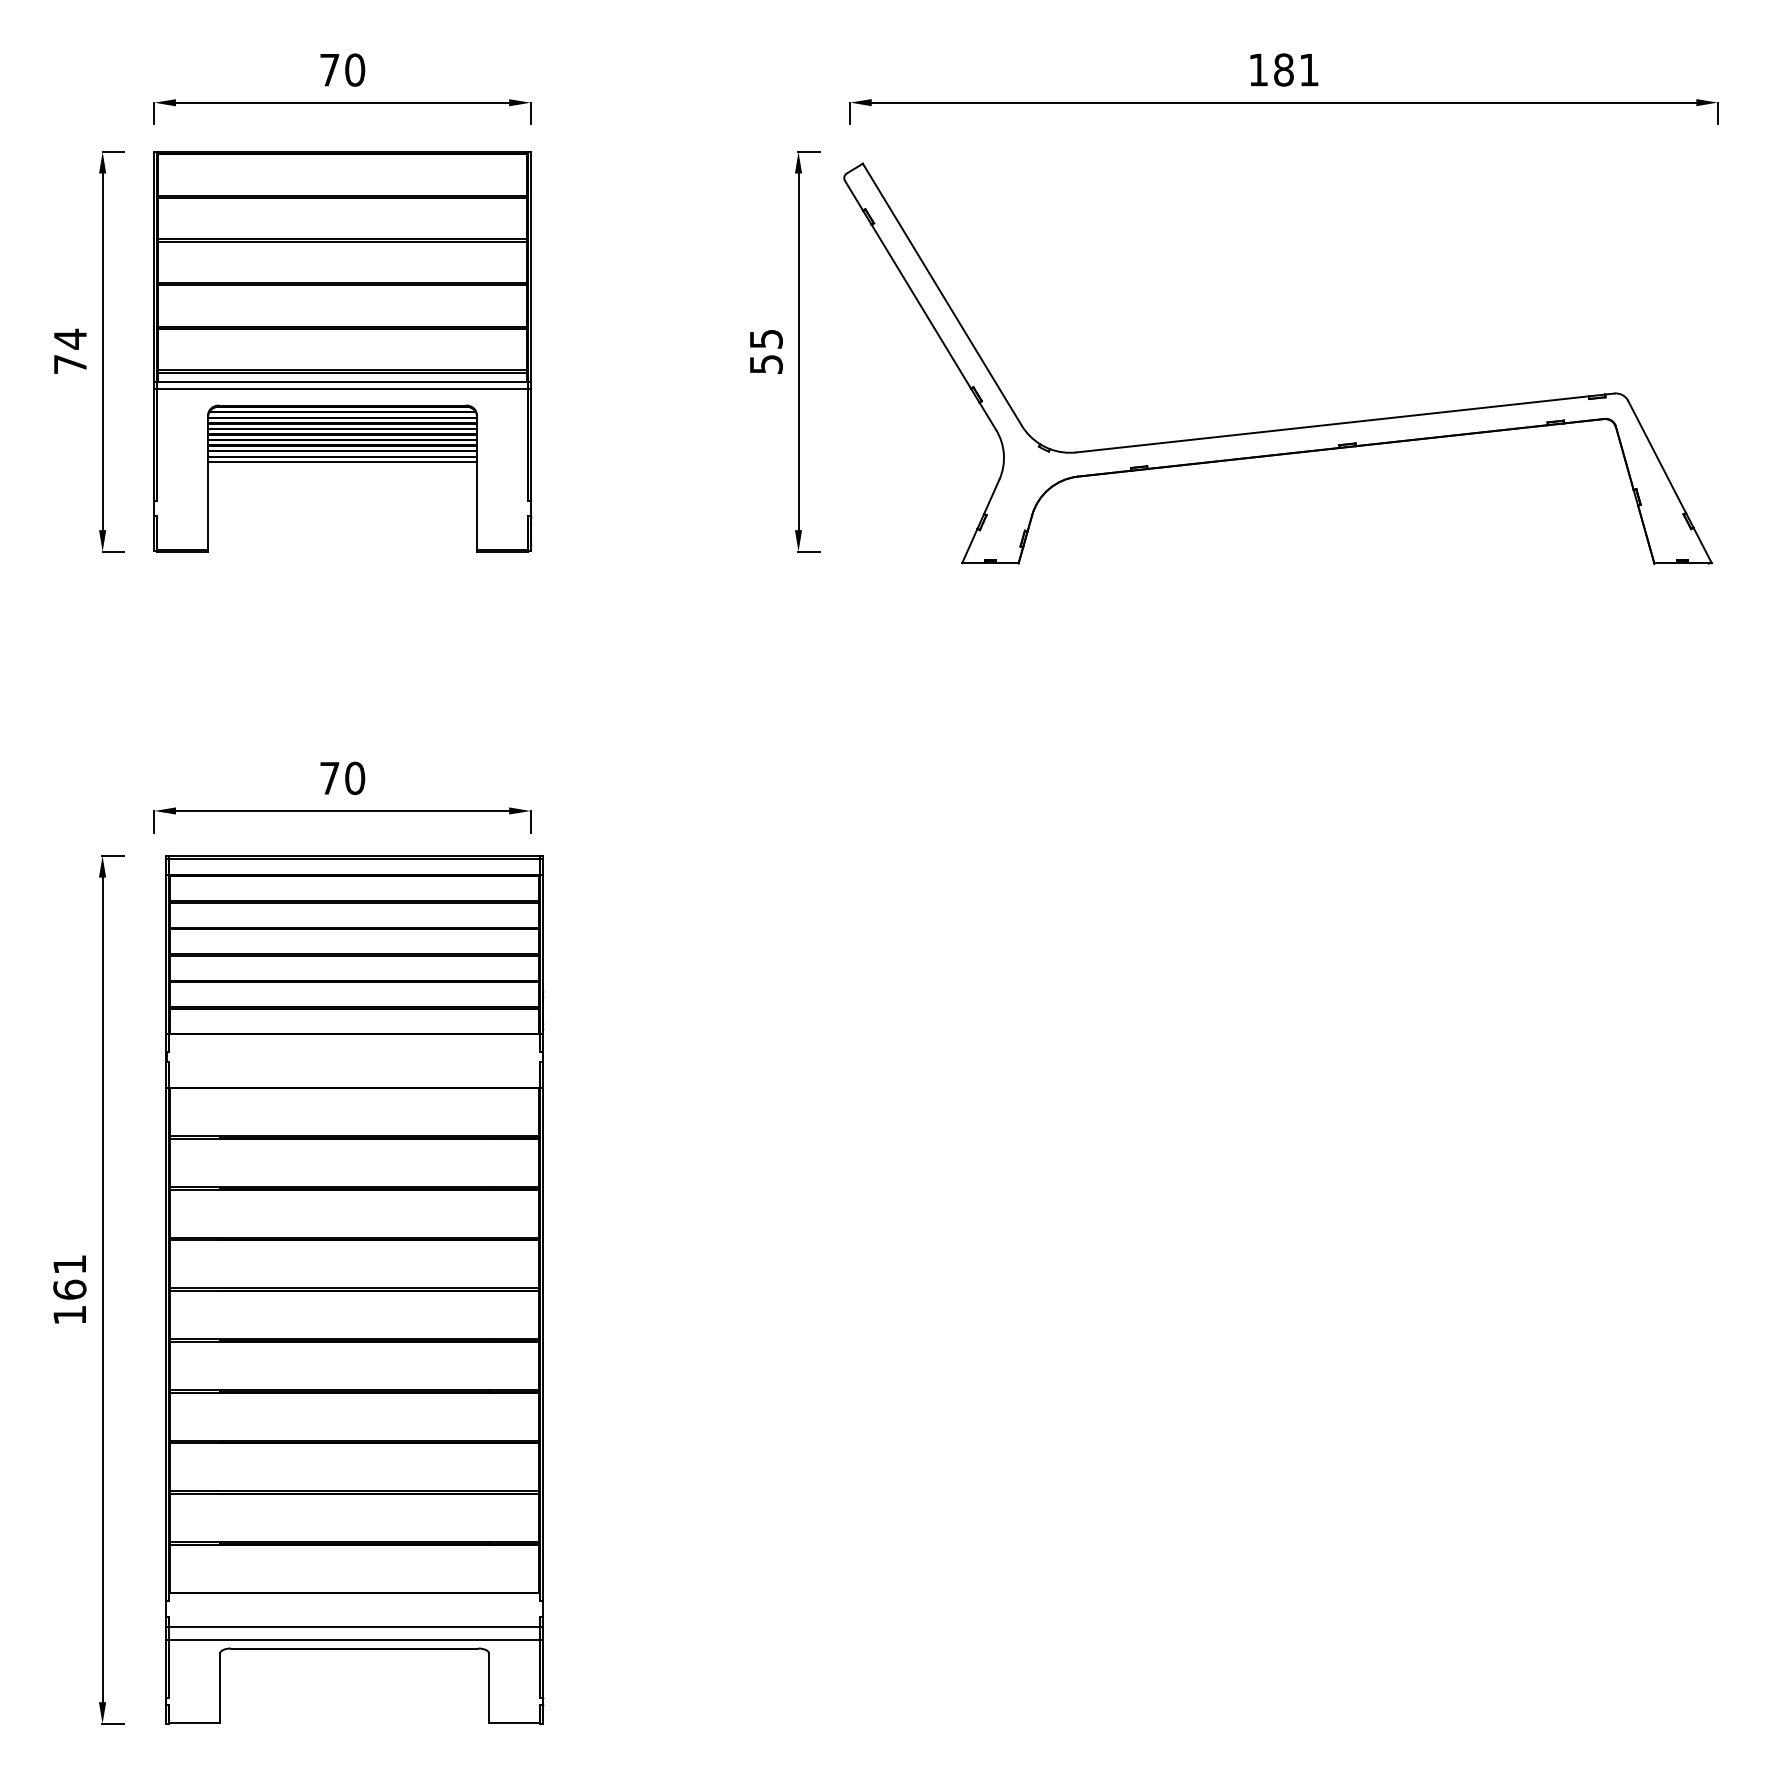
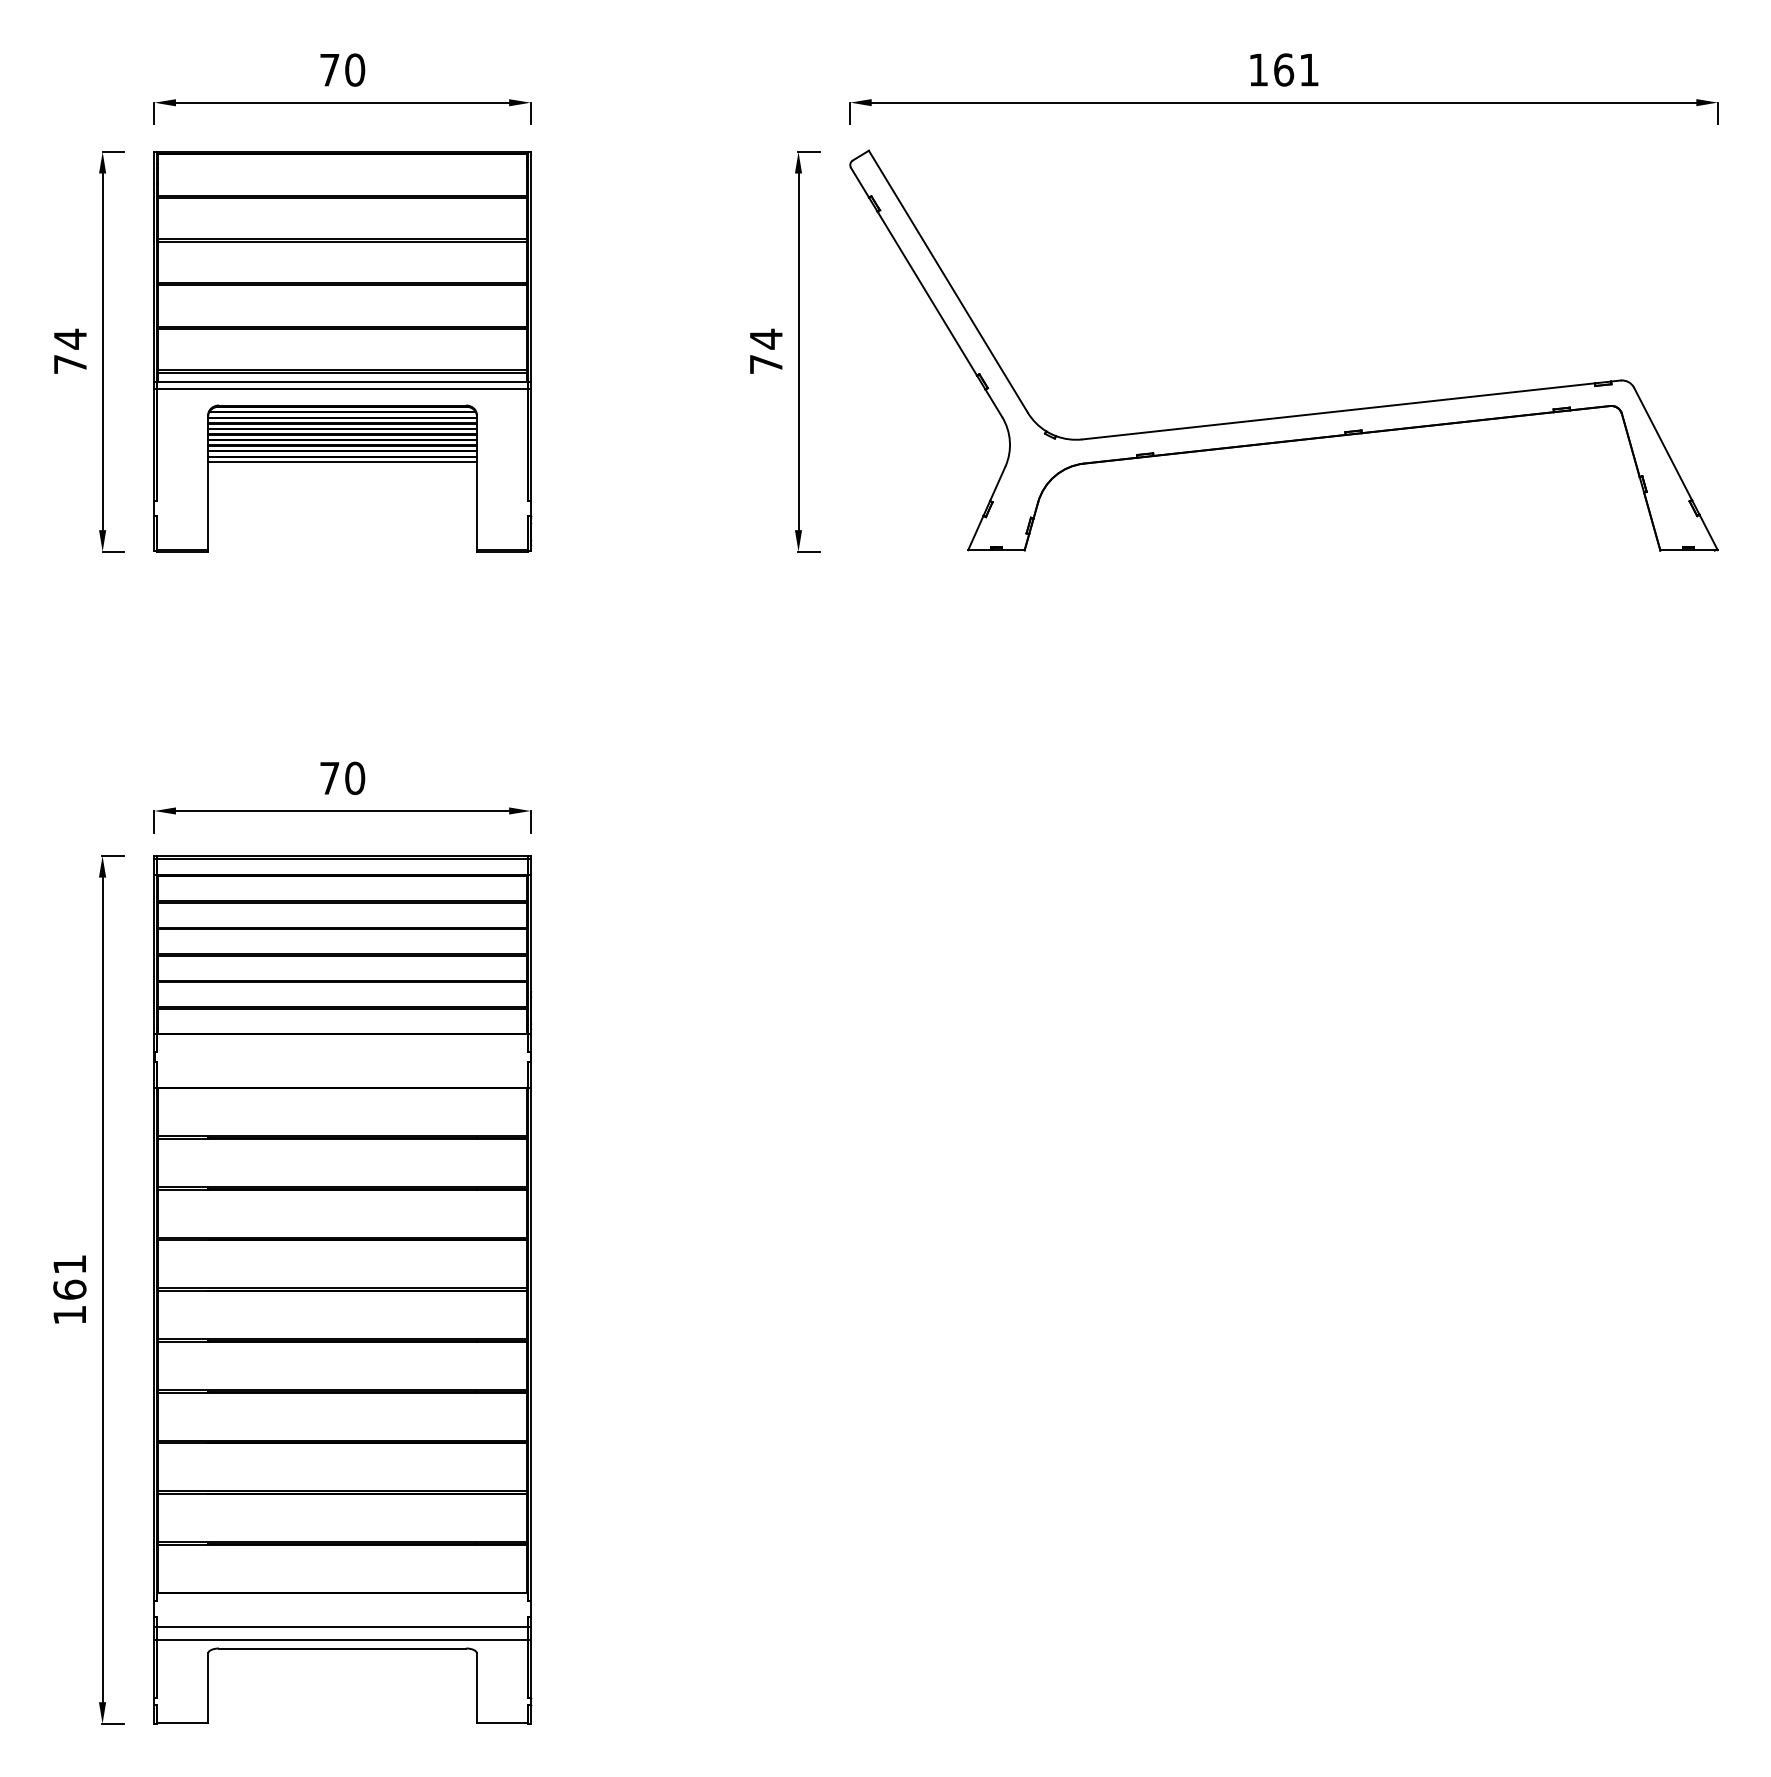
text at (1284, 69): 181 -> 161
text at (766, 350): 55 -> 74
part at (1283, 428) position: (1283, 428) -> (1289, 415)
part at (354, 1289) position: (354, 1289) -> (342, 1289)
